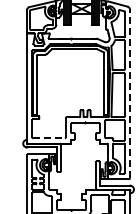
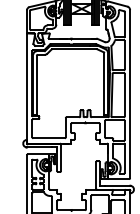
line at (130, 93): dashed -> solid
line at (49, 138): dashed -> solid
